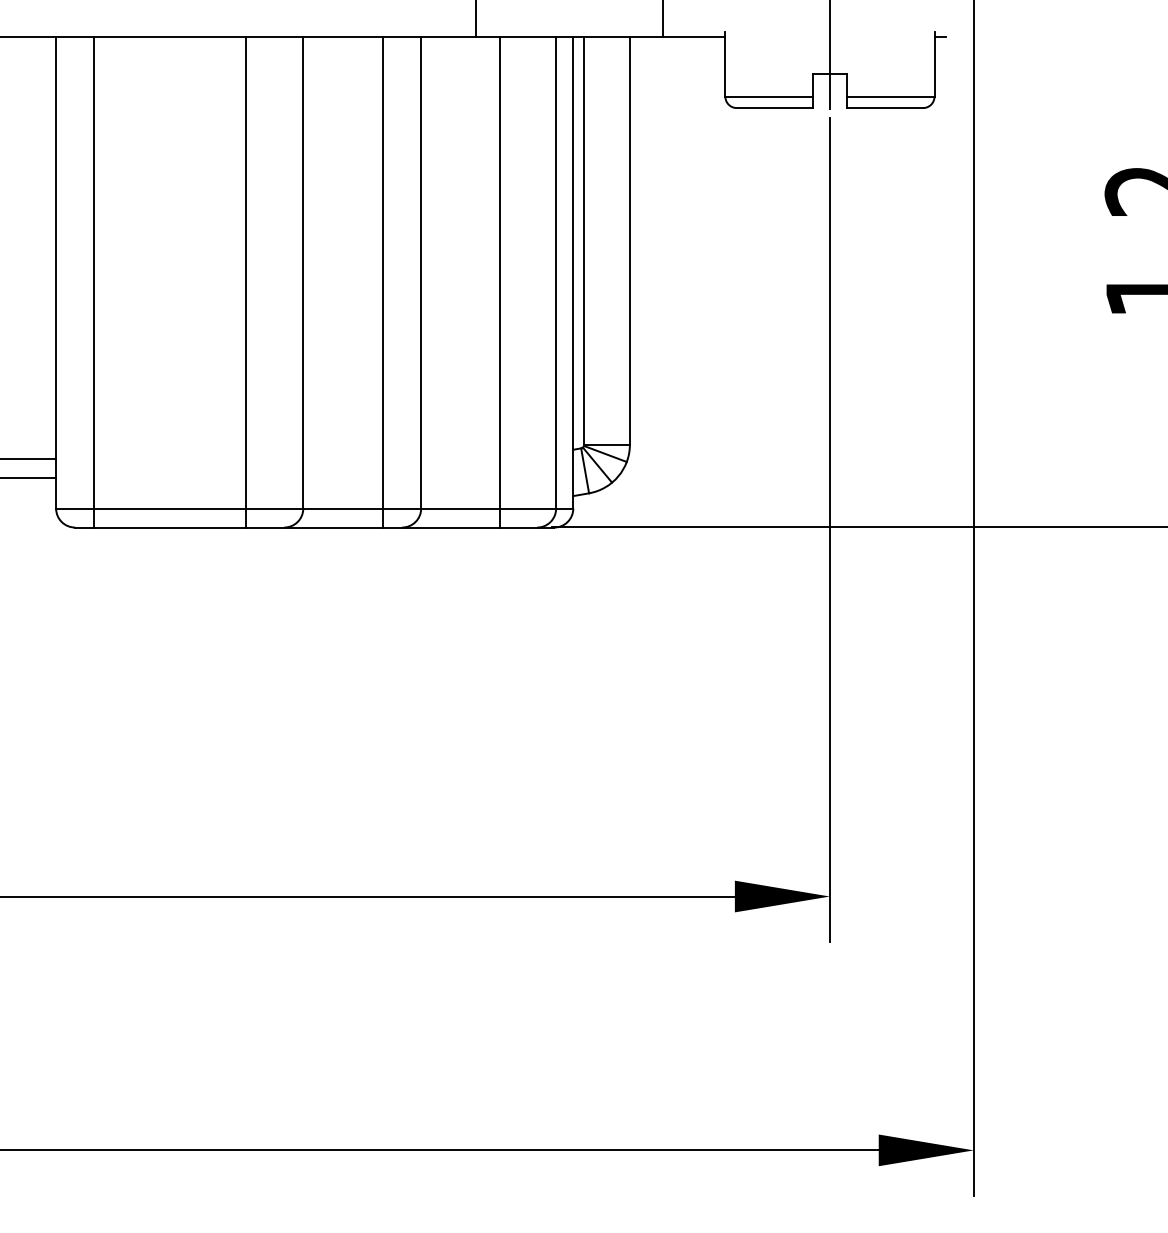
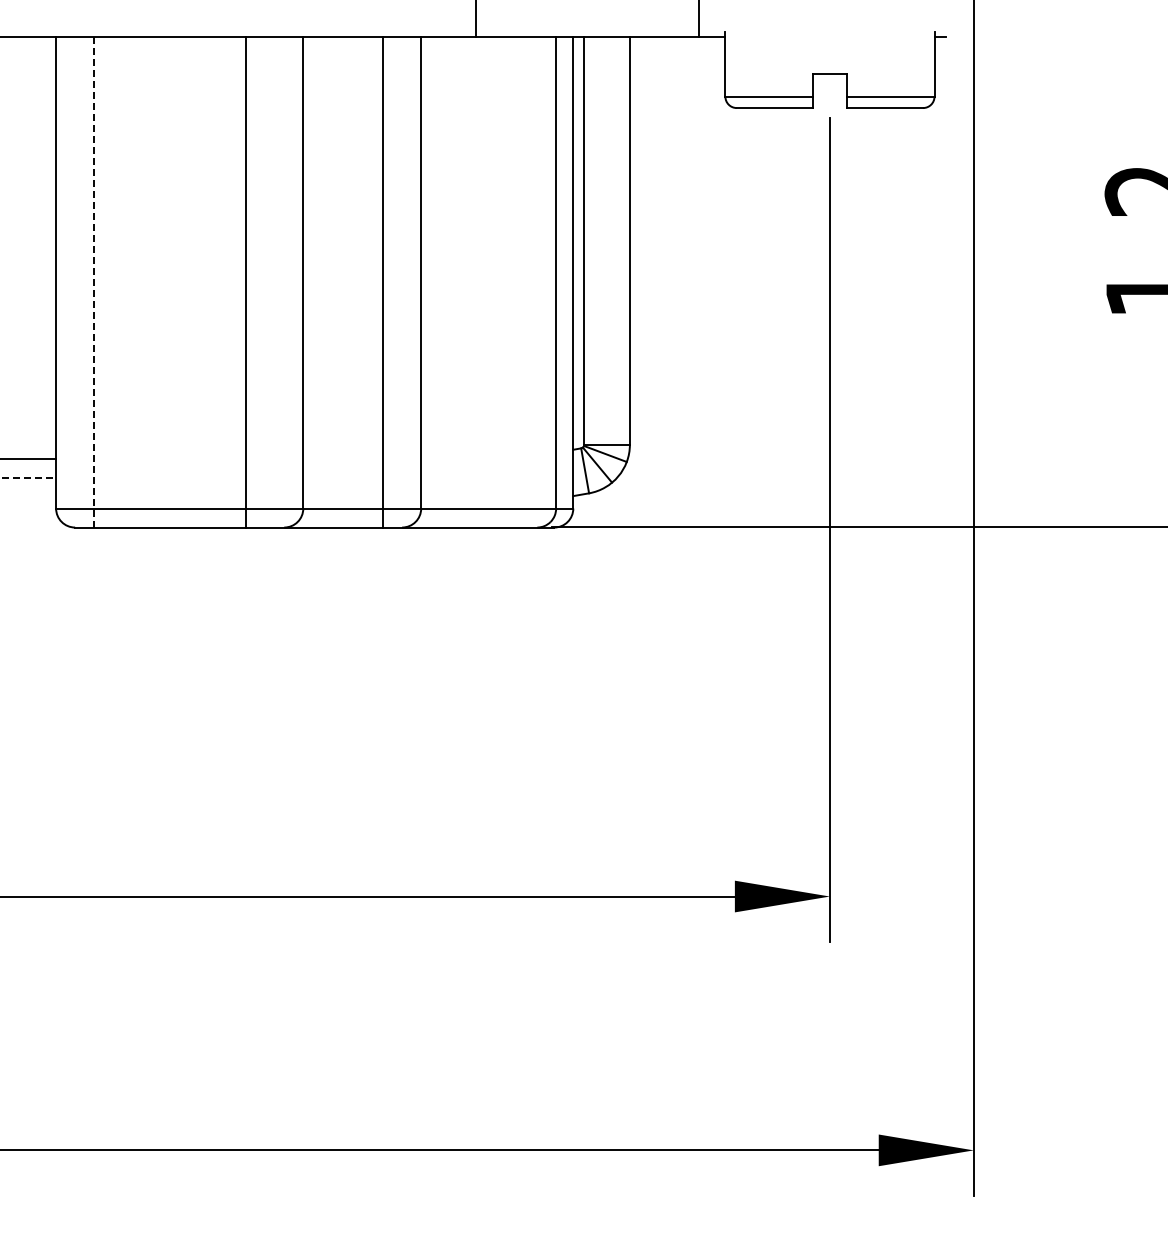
line at (663, 19) position: (663, 19) -> (699, 19)
line at (829, 56): present -> none
line at (94, 281): solid -> dashed
line at (499, 281): present -> none
line at (28, 478): solid -> dashed
